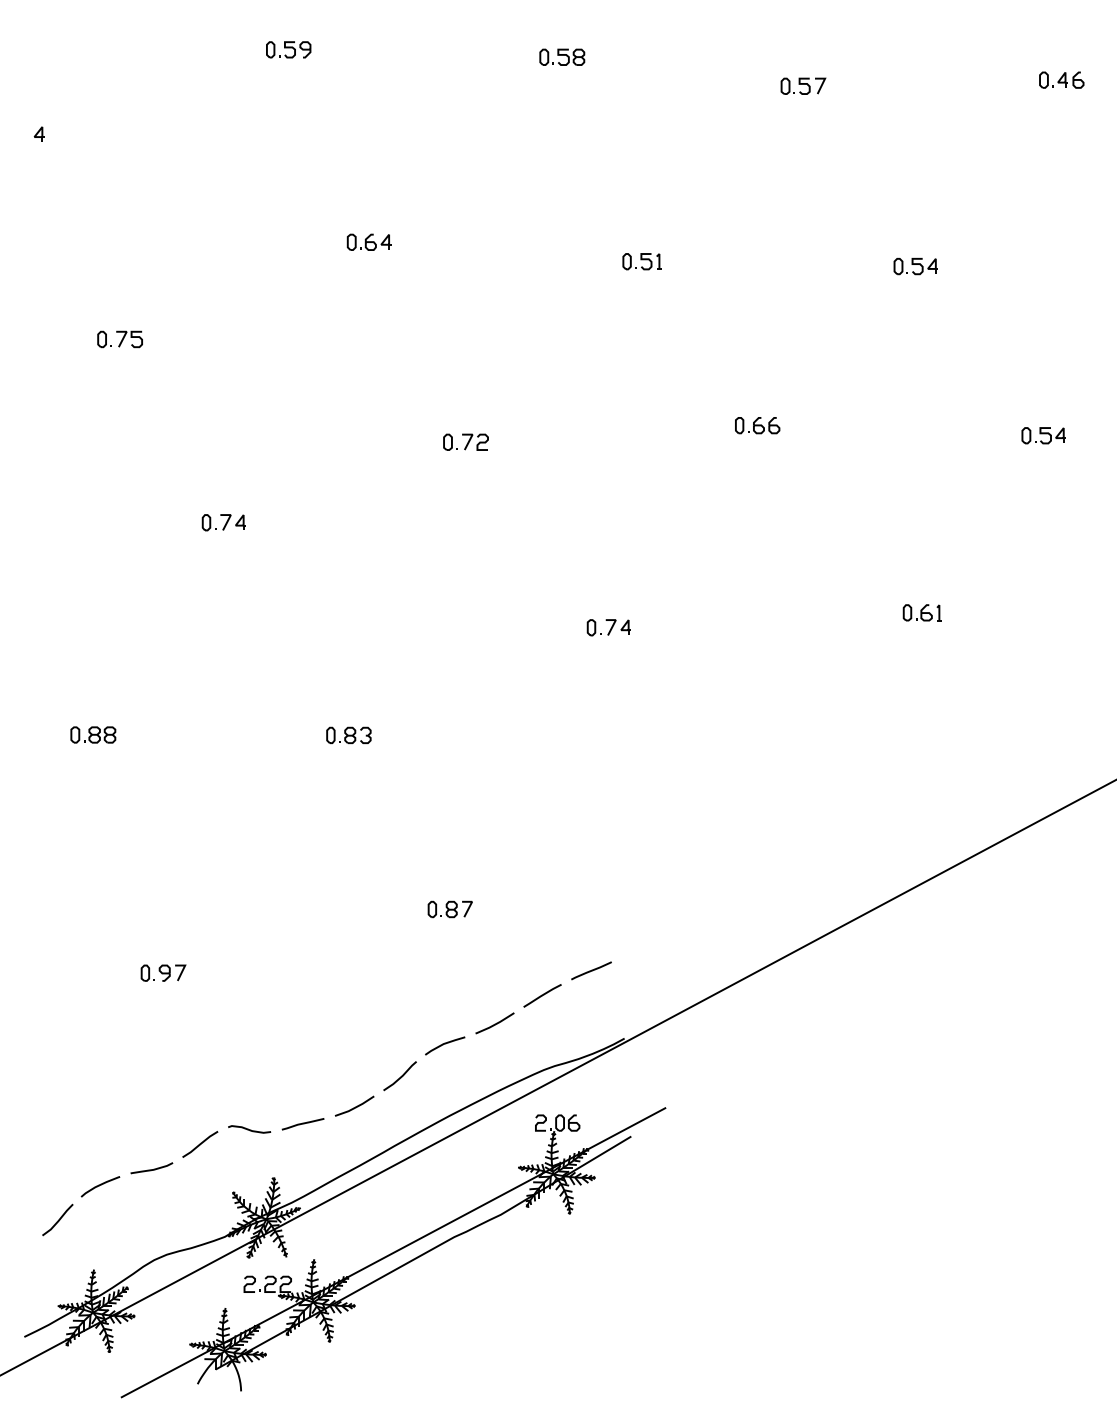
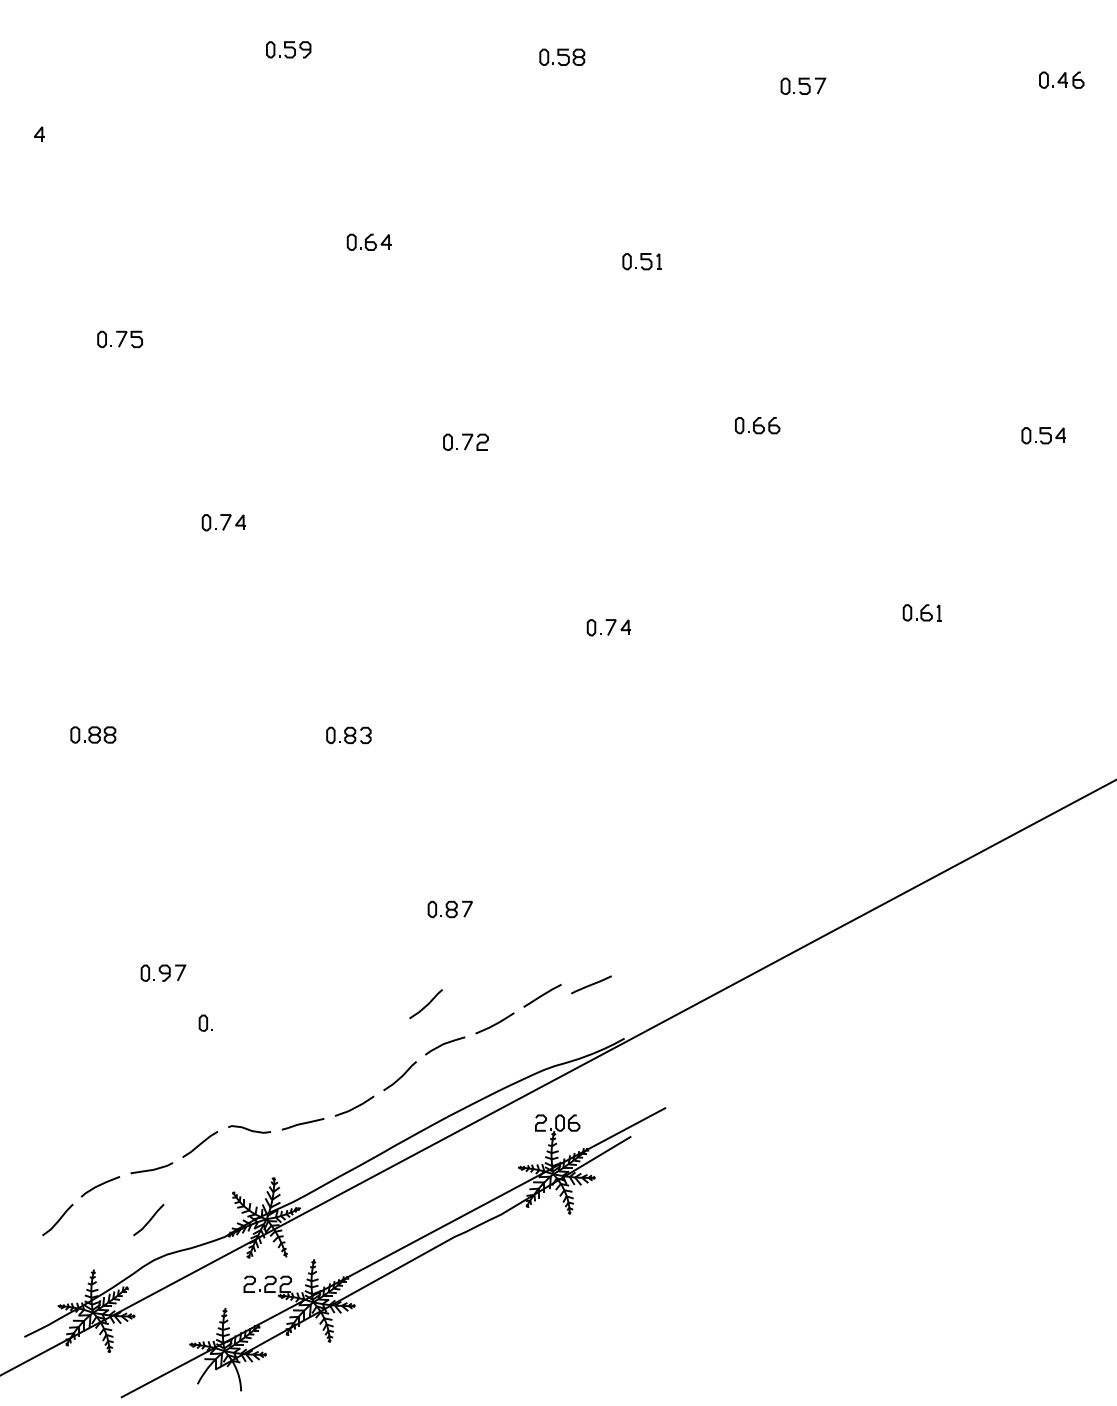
part at (915, 266): present -> none
line at (591, 970) position: (591, 970) -> (591, 984)
line at (426, 1004): none -> present
part at (205, 1022): none -> present
line at (149, 1219): none -> present
